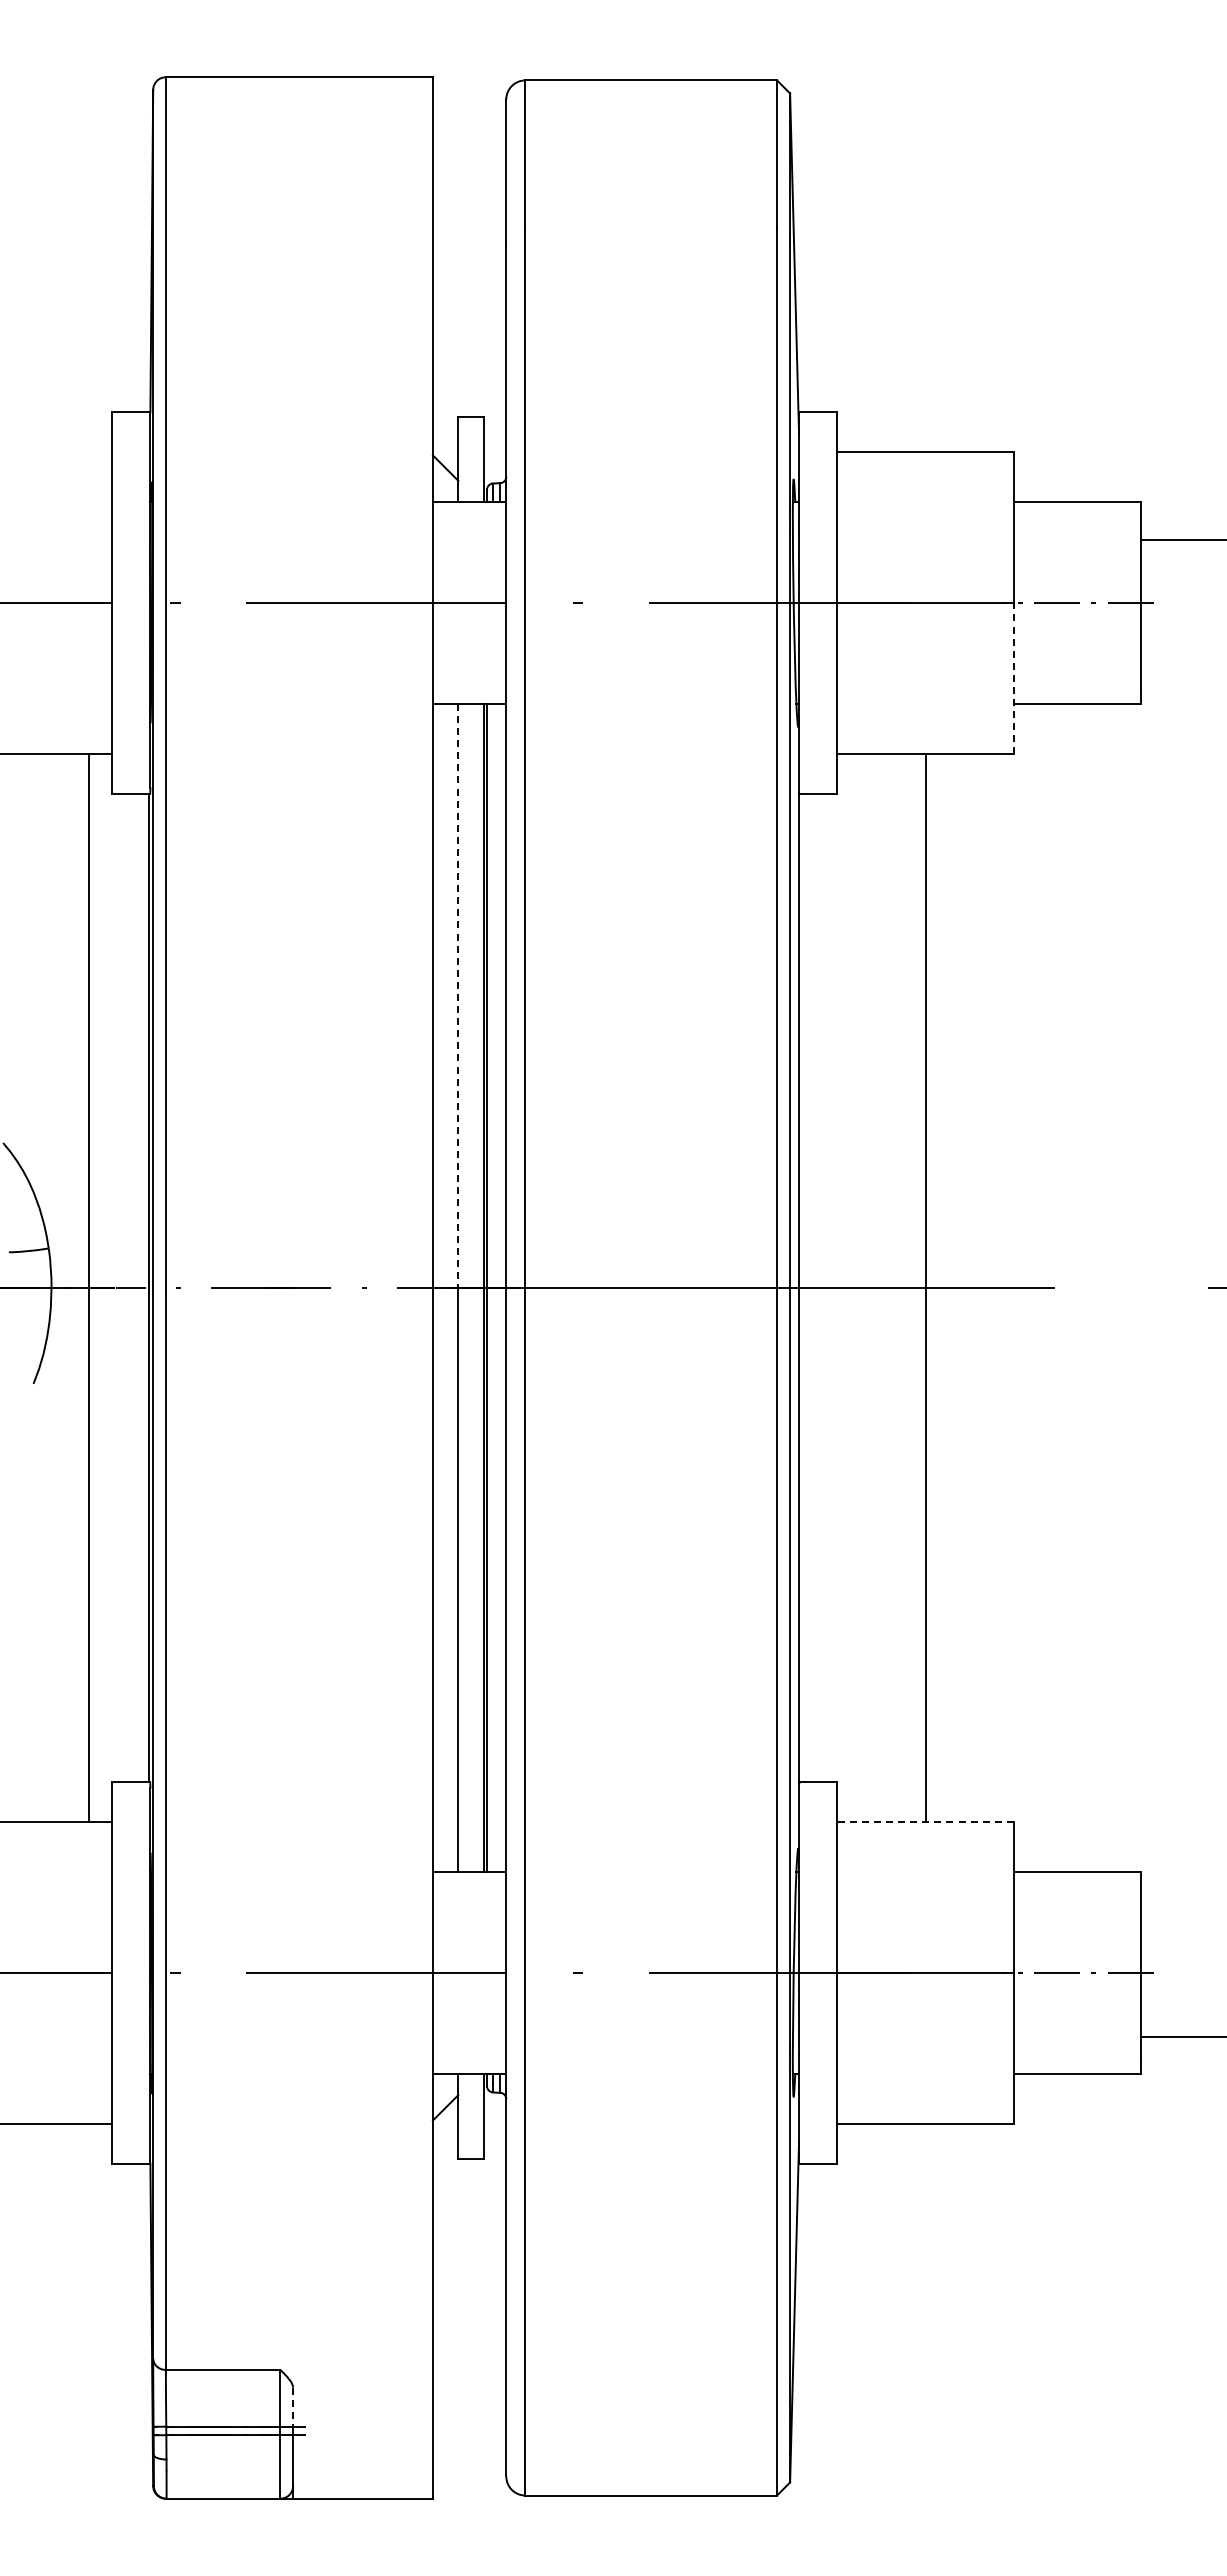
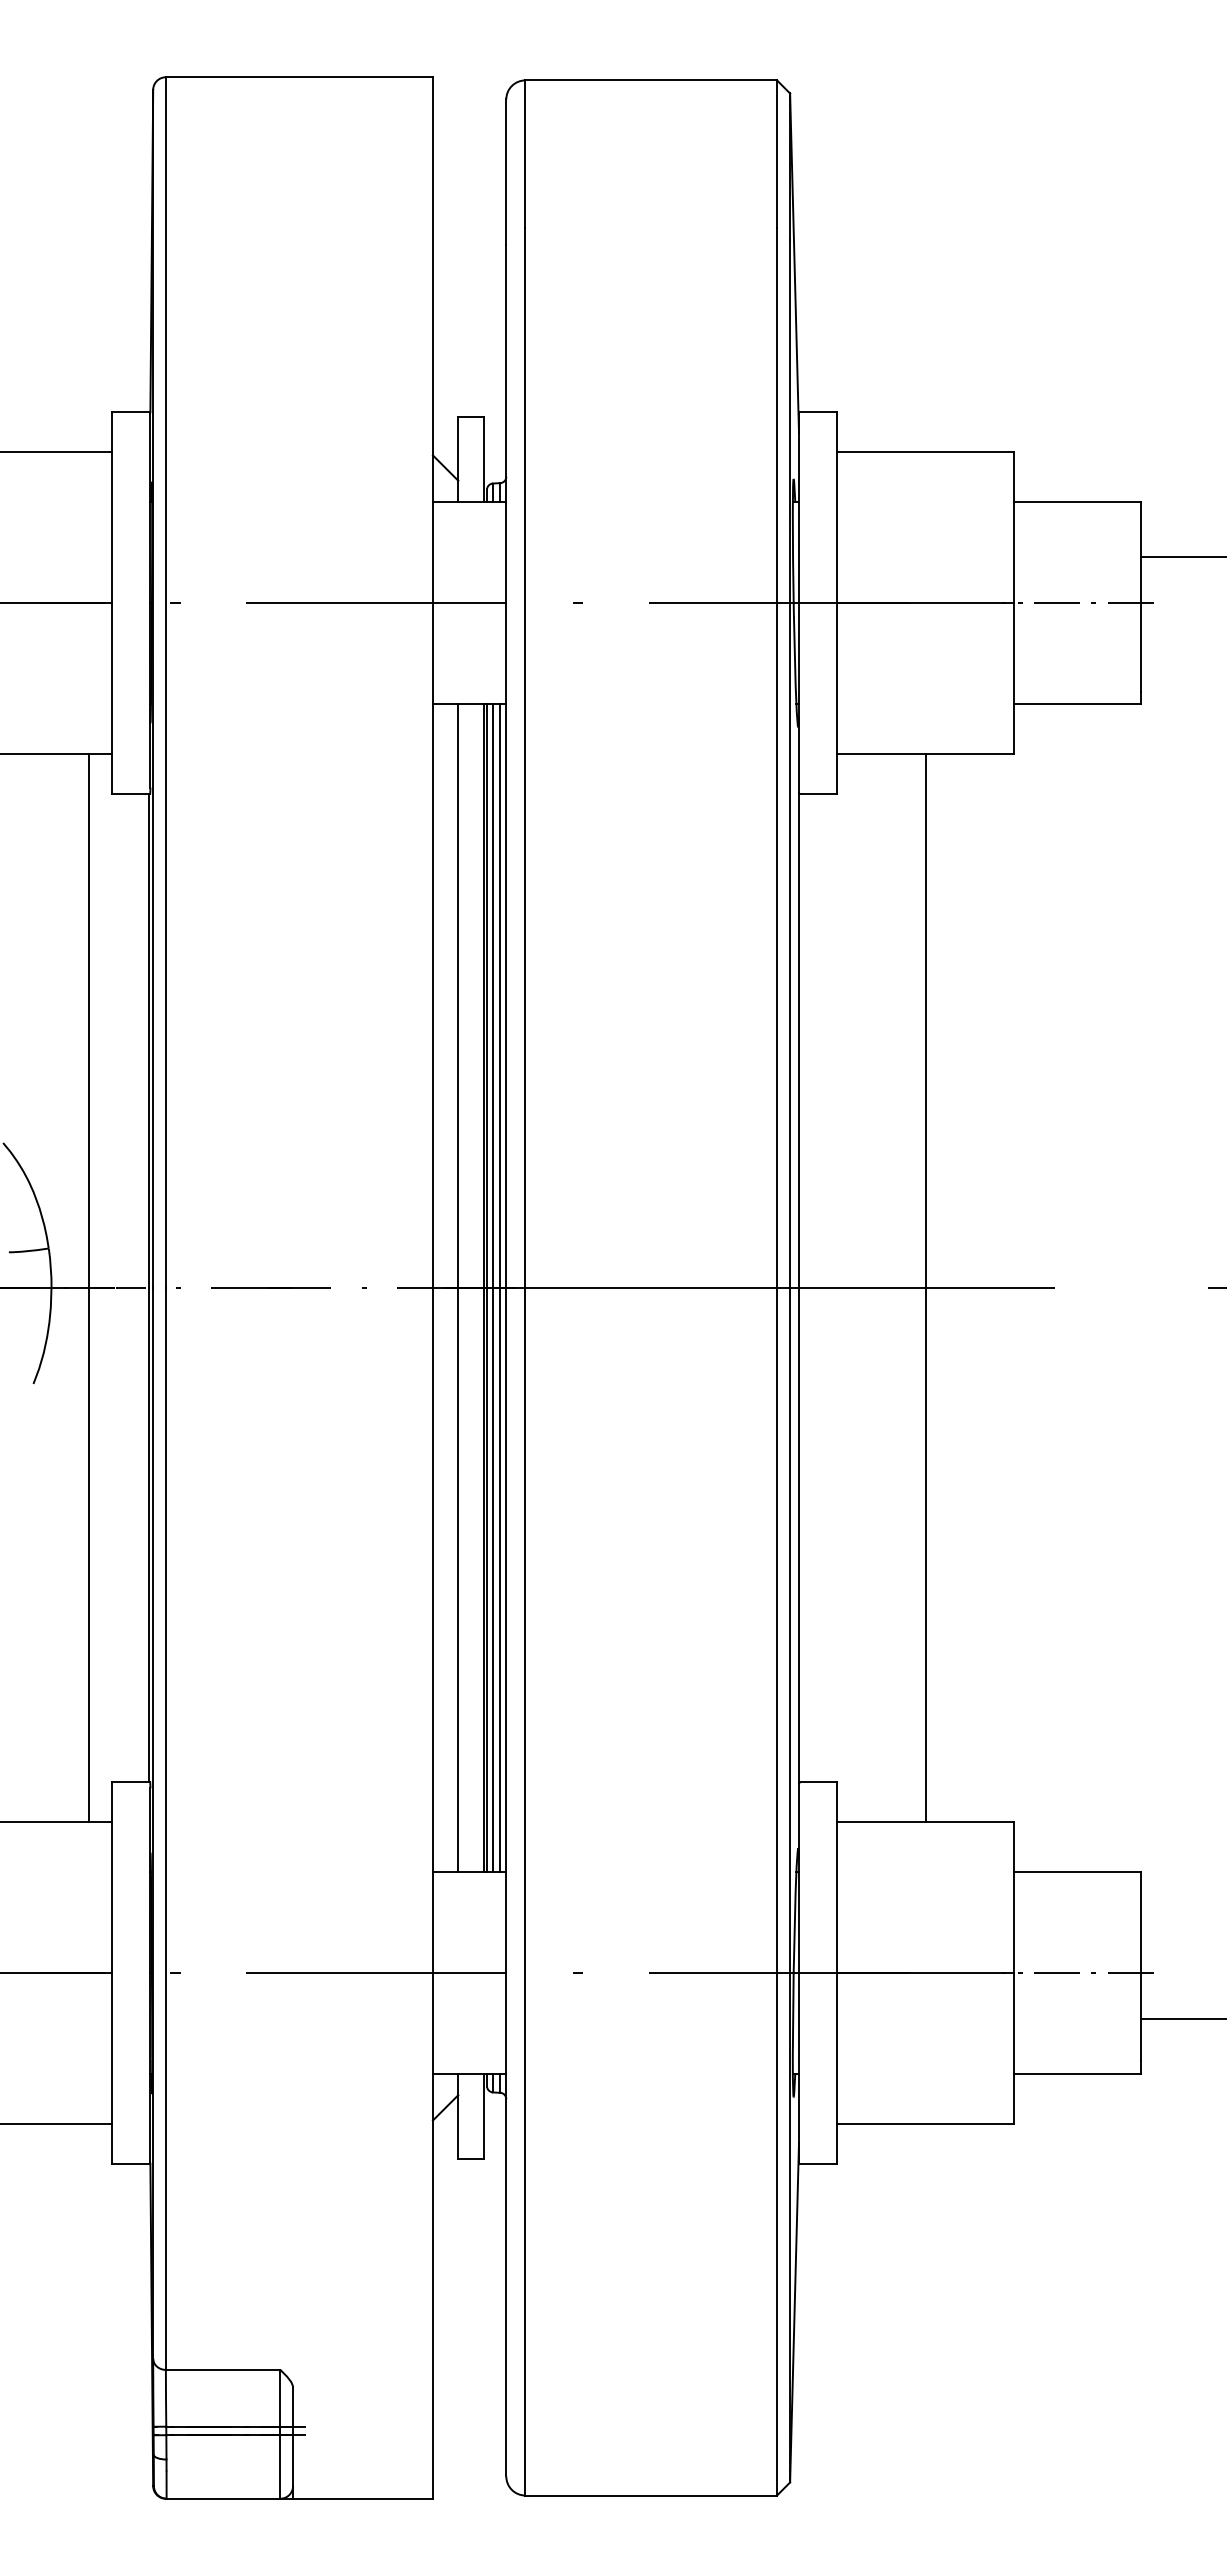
line at (57, 451): none -> present
line at (1181, 540) position: (1181, 540) -> (1181, 557)
line at (1013, 678): dashed -> solid
line at (458, 995): dashed -> solid
line at (492, 1287): none -> present
line at (500, 1287): none -> present
line at (924, 1821): dashed -> solid
line at (1181, 2036) position: (1181, 2036) -> (1181, 2018)
line at (293, 2407): dashed -> solid
